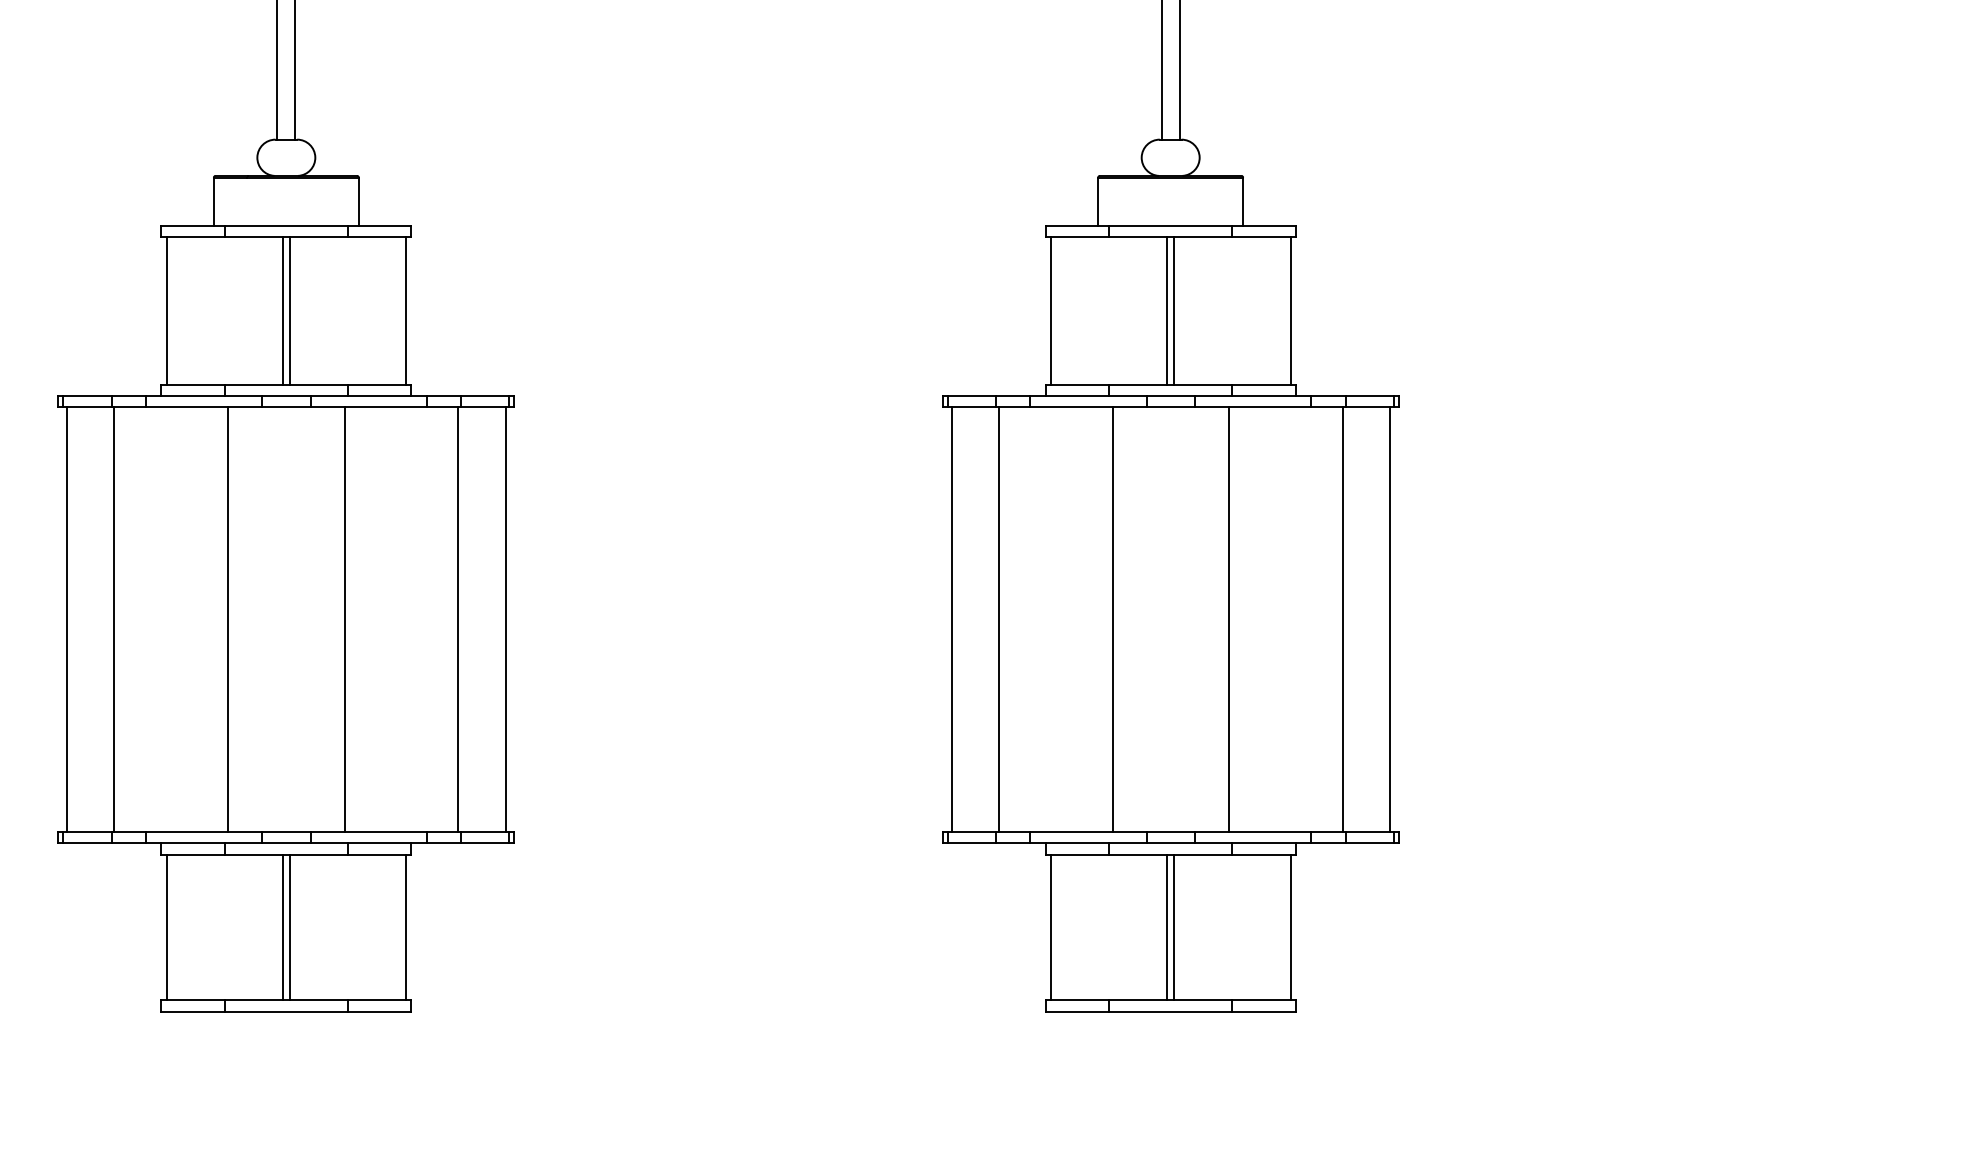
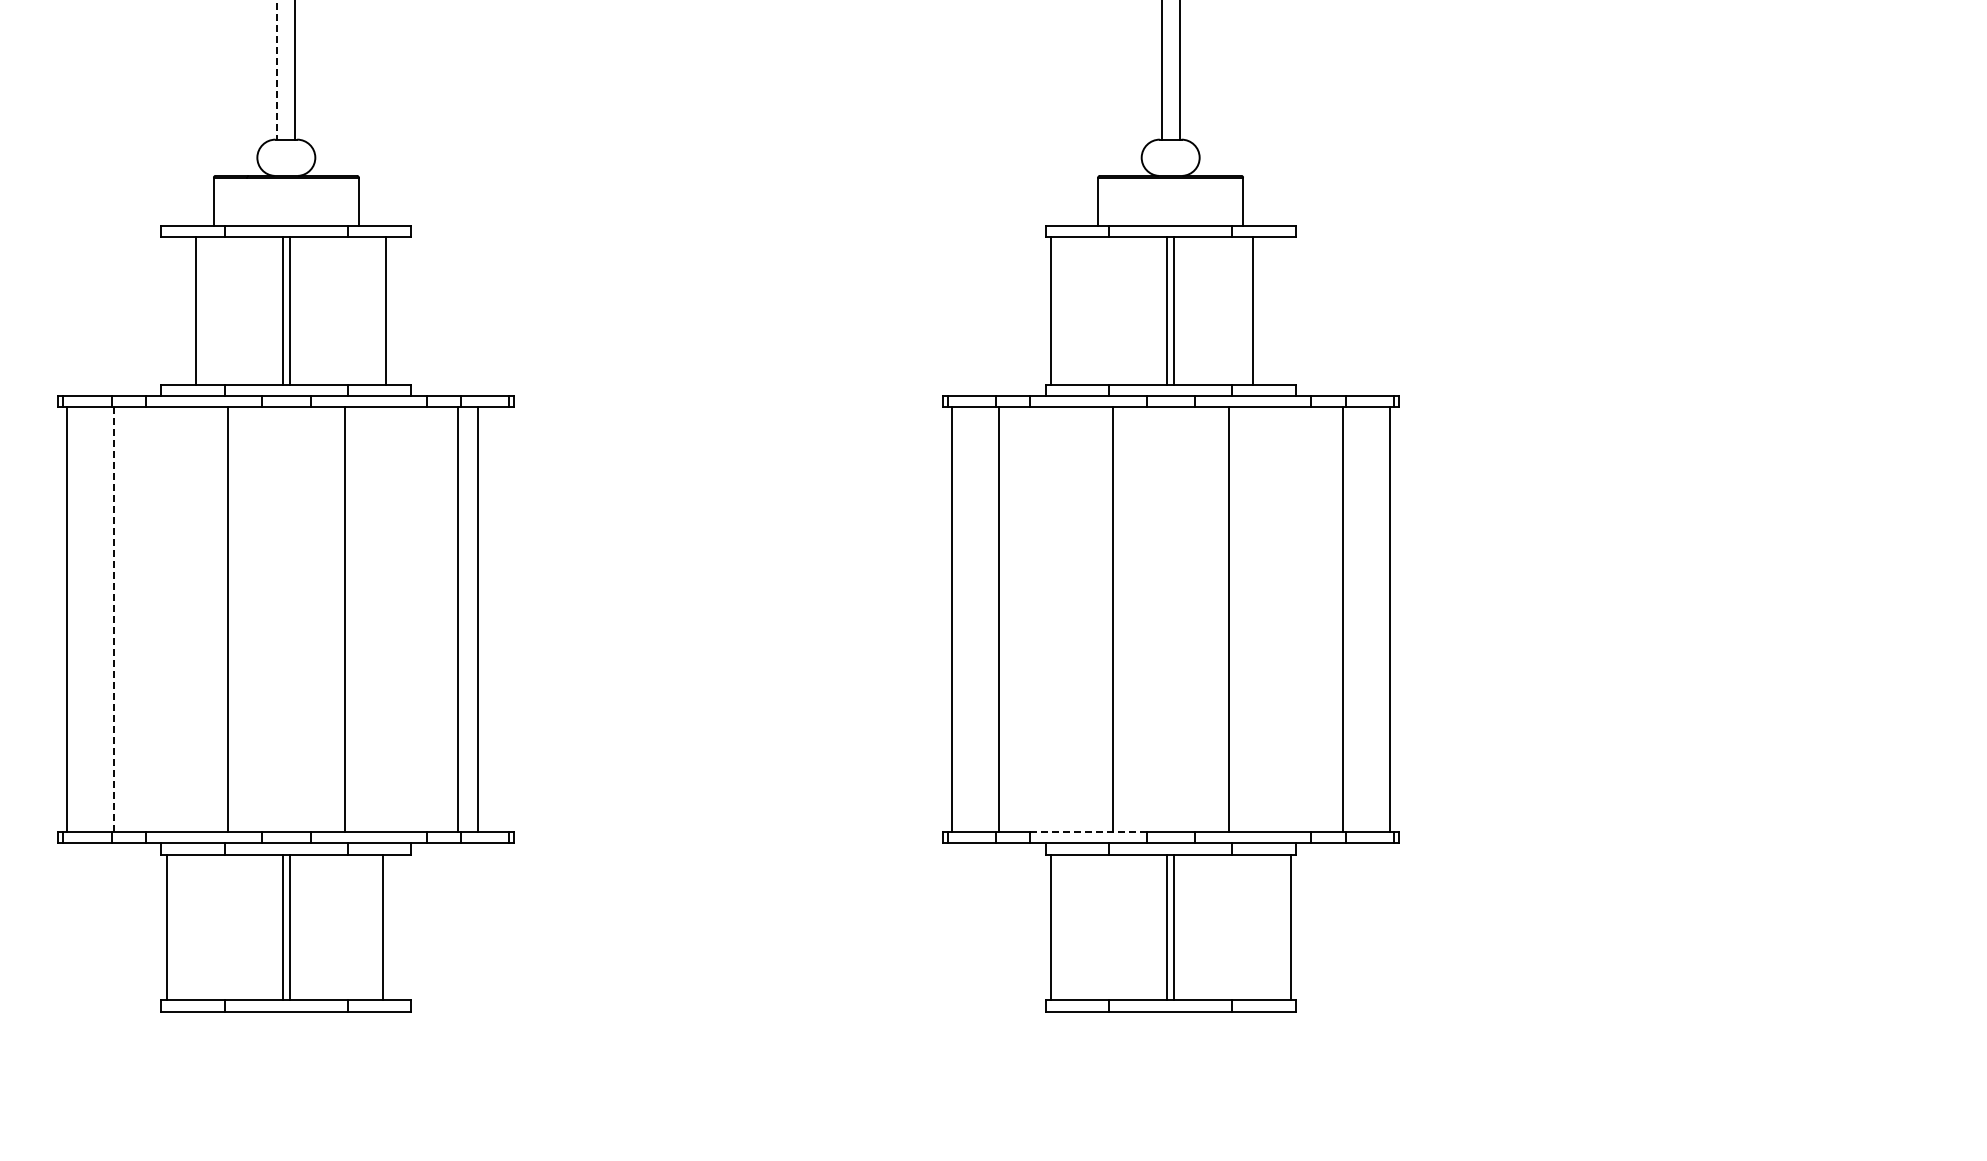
line at (277, 70): solid -> dashed
line at (166, 311) position: (166, 311) -> (195, 311)
line at (406, 311) position: (406, 311) -> (386, 311)
line at (1290, 311) position: (1290, 311) -> (1252, 311)
line at (114, 619): solid -> dashed
line at (505, 619) position: (505, 619) -> (477, 619)
line at (1087, 831): solid -> dashed
line at (406, 927) position: (406, 927) -> (383, 927)
